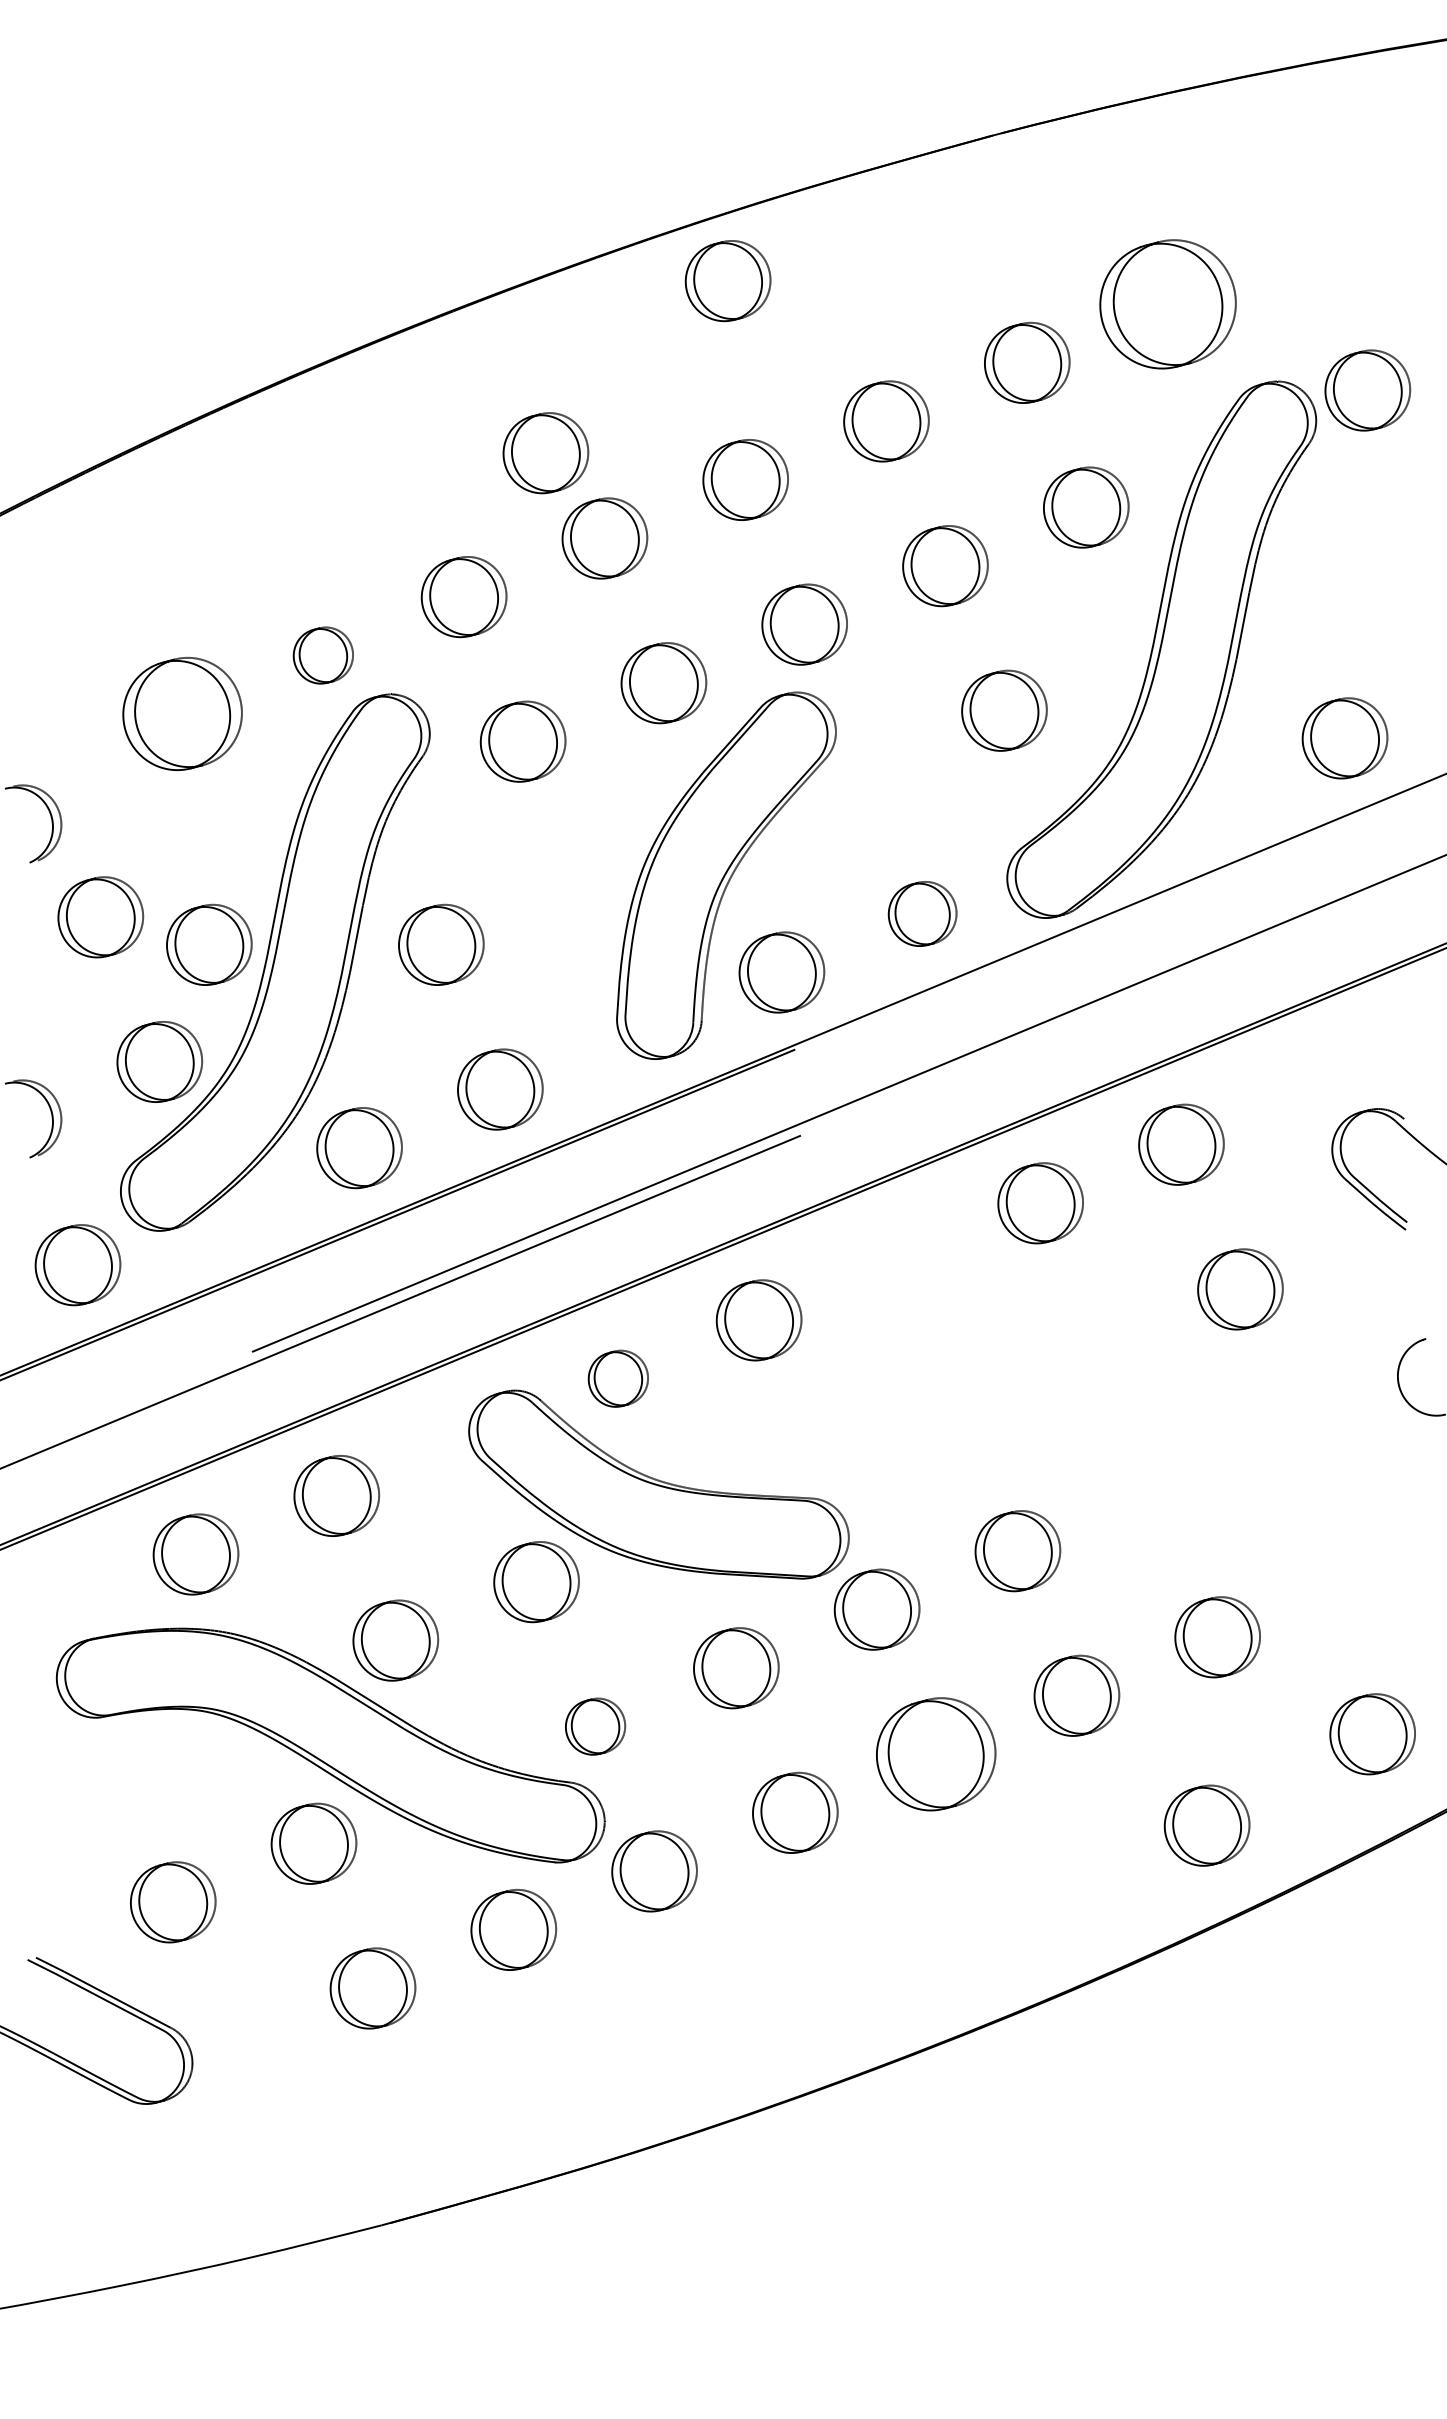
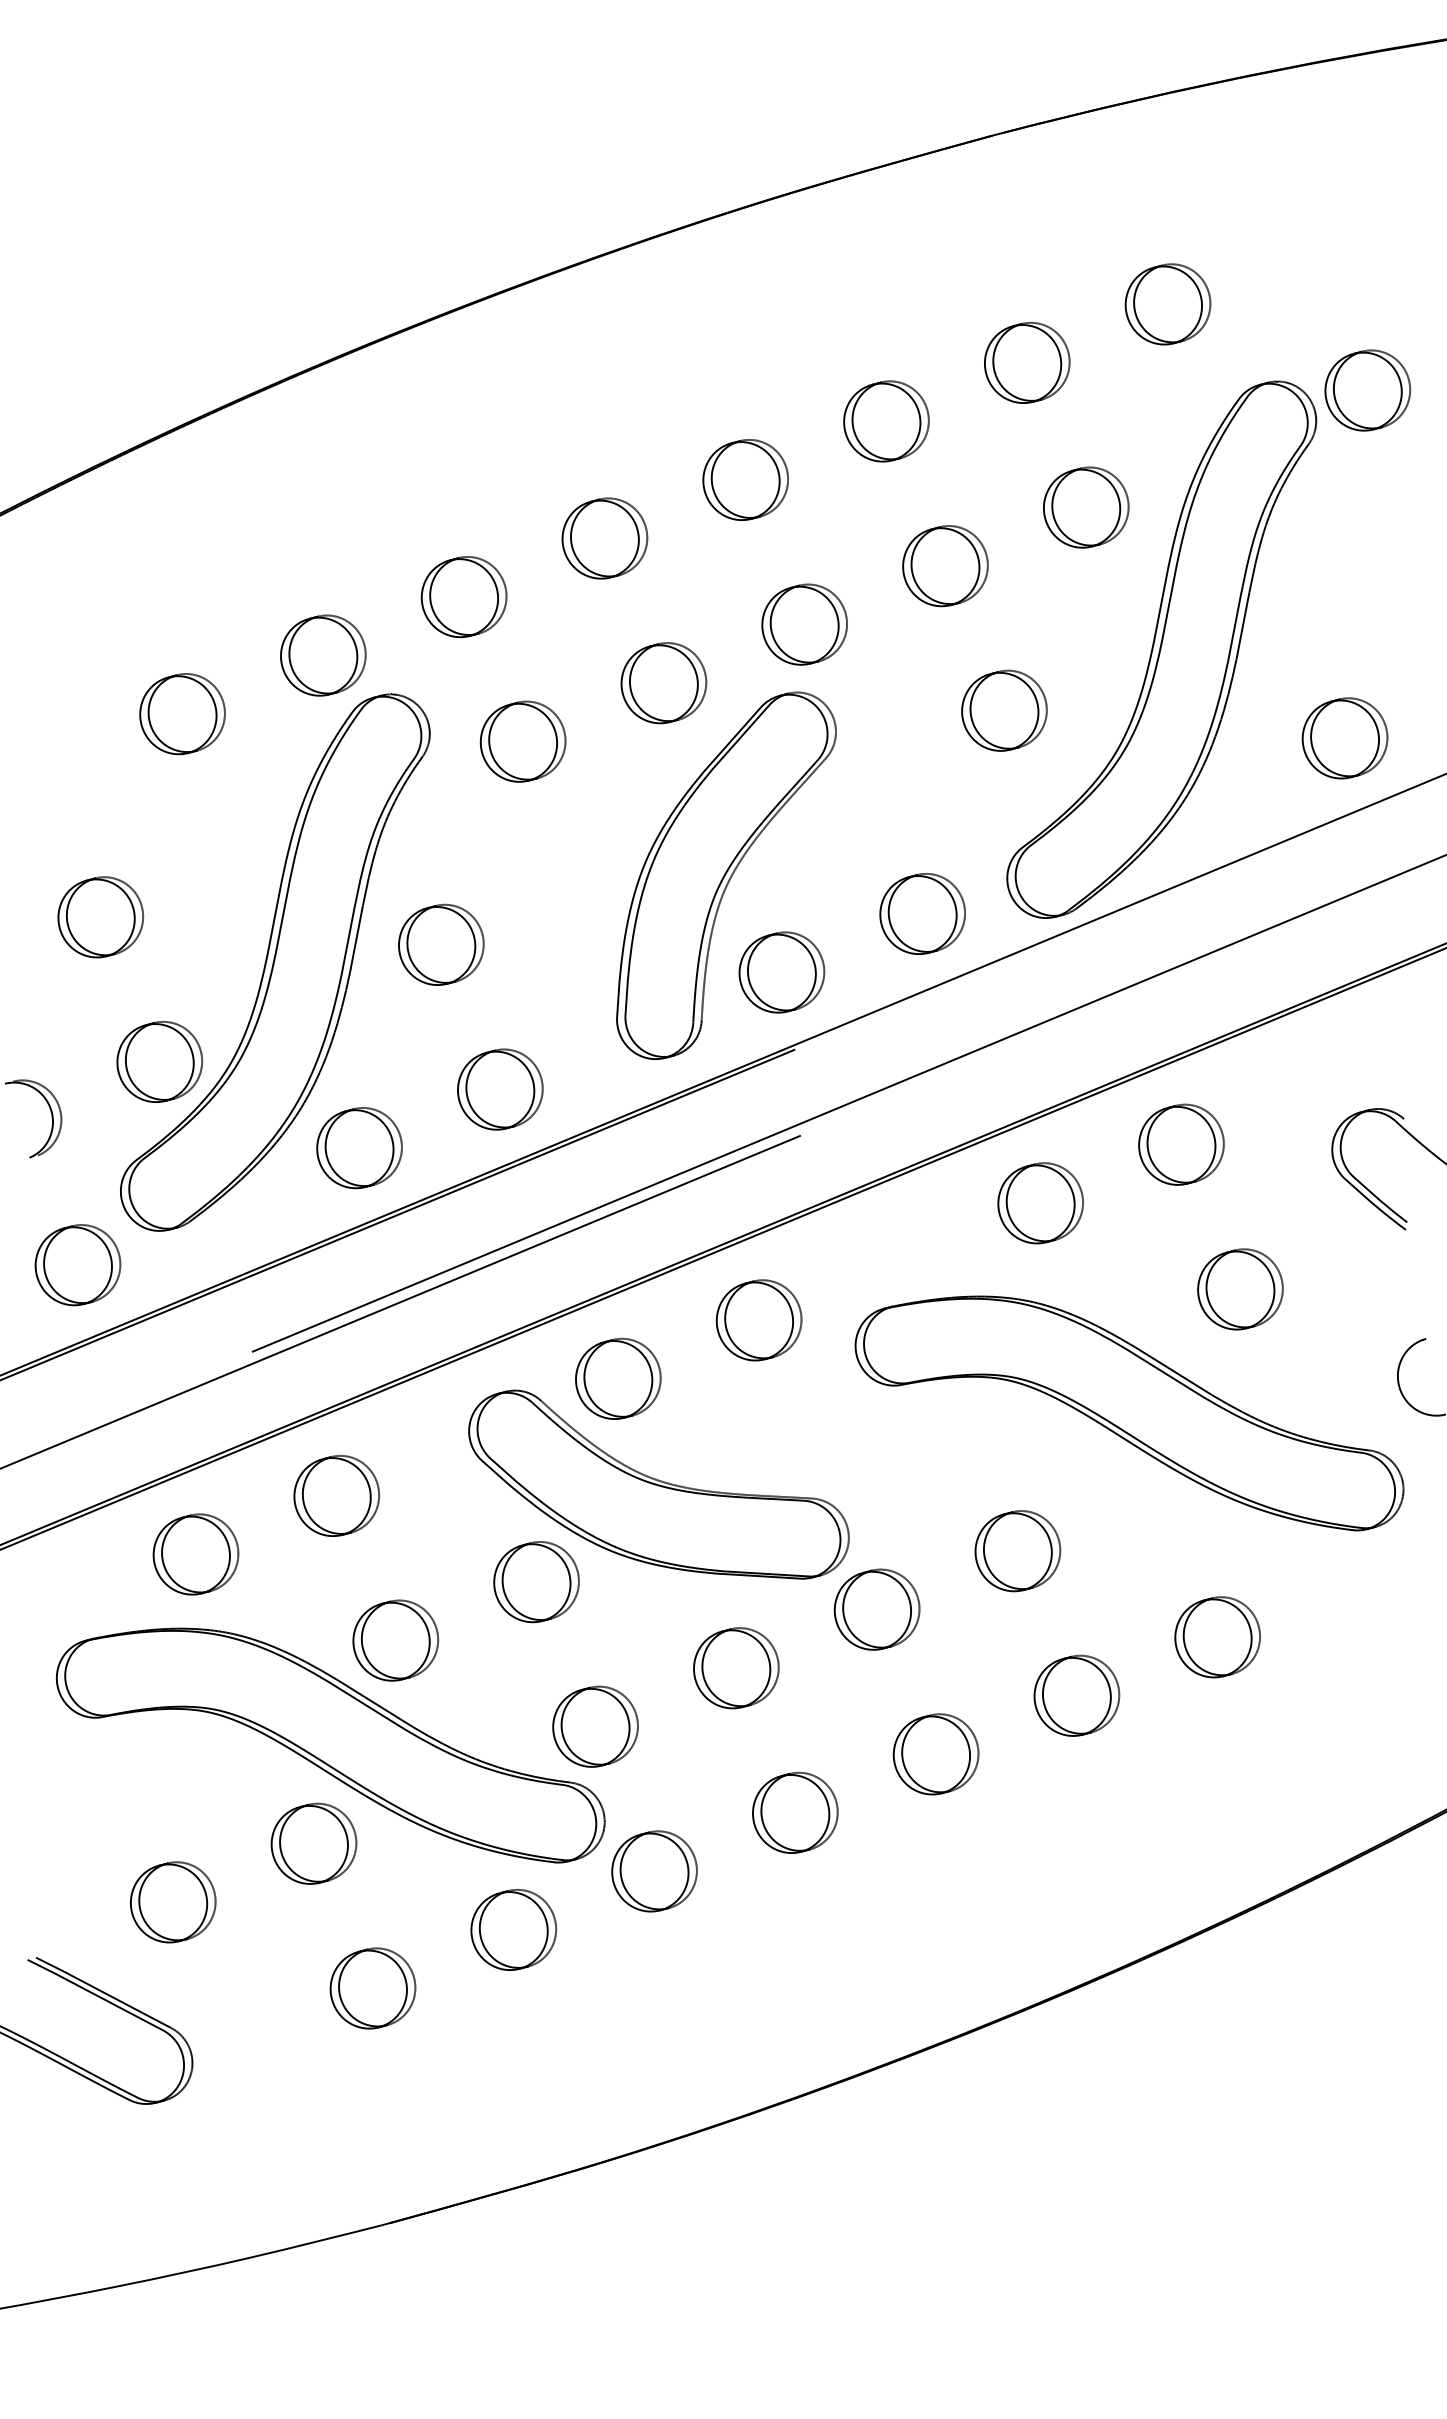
part at (727, 281): present -> none
part at (1167, 304) size: 138x131 px -> 88x83 px
part at (545, 453): present -> none
part at (322, 655) size: 62x59 px -> 87x83 px
part at (182, 713) size: 121x114 px -> 87x83 px
part at (51, 823): present -> none
part at (922, 913) size: 71x66 px -> 87x82 px
part at (209, 944): present -> none
part at (617, 1378) size: 62x59 px -> 87x83 px
part at (1129, 1413): none -> present
part at (595, 1726) size: 62x59 px -> 87x83 px
part at (1372, 1734): present -> none
part at (936, 1754) size: 121x115 px -> 88x83 px
part at (1206, 1825): present -> none
